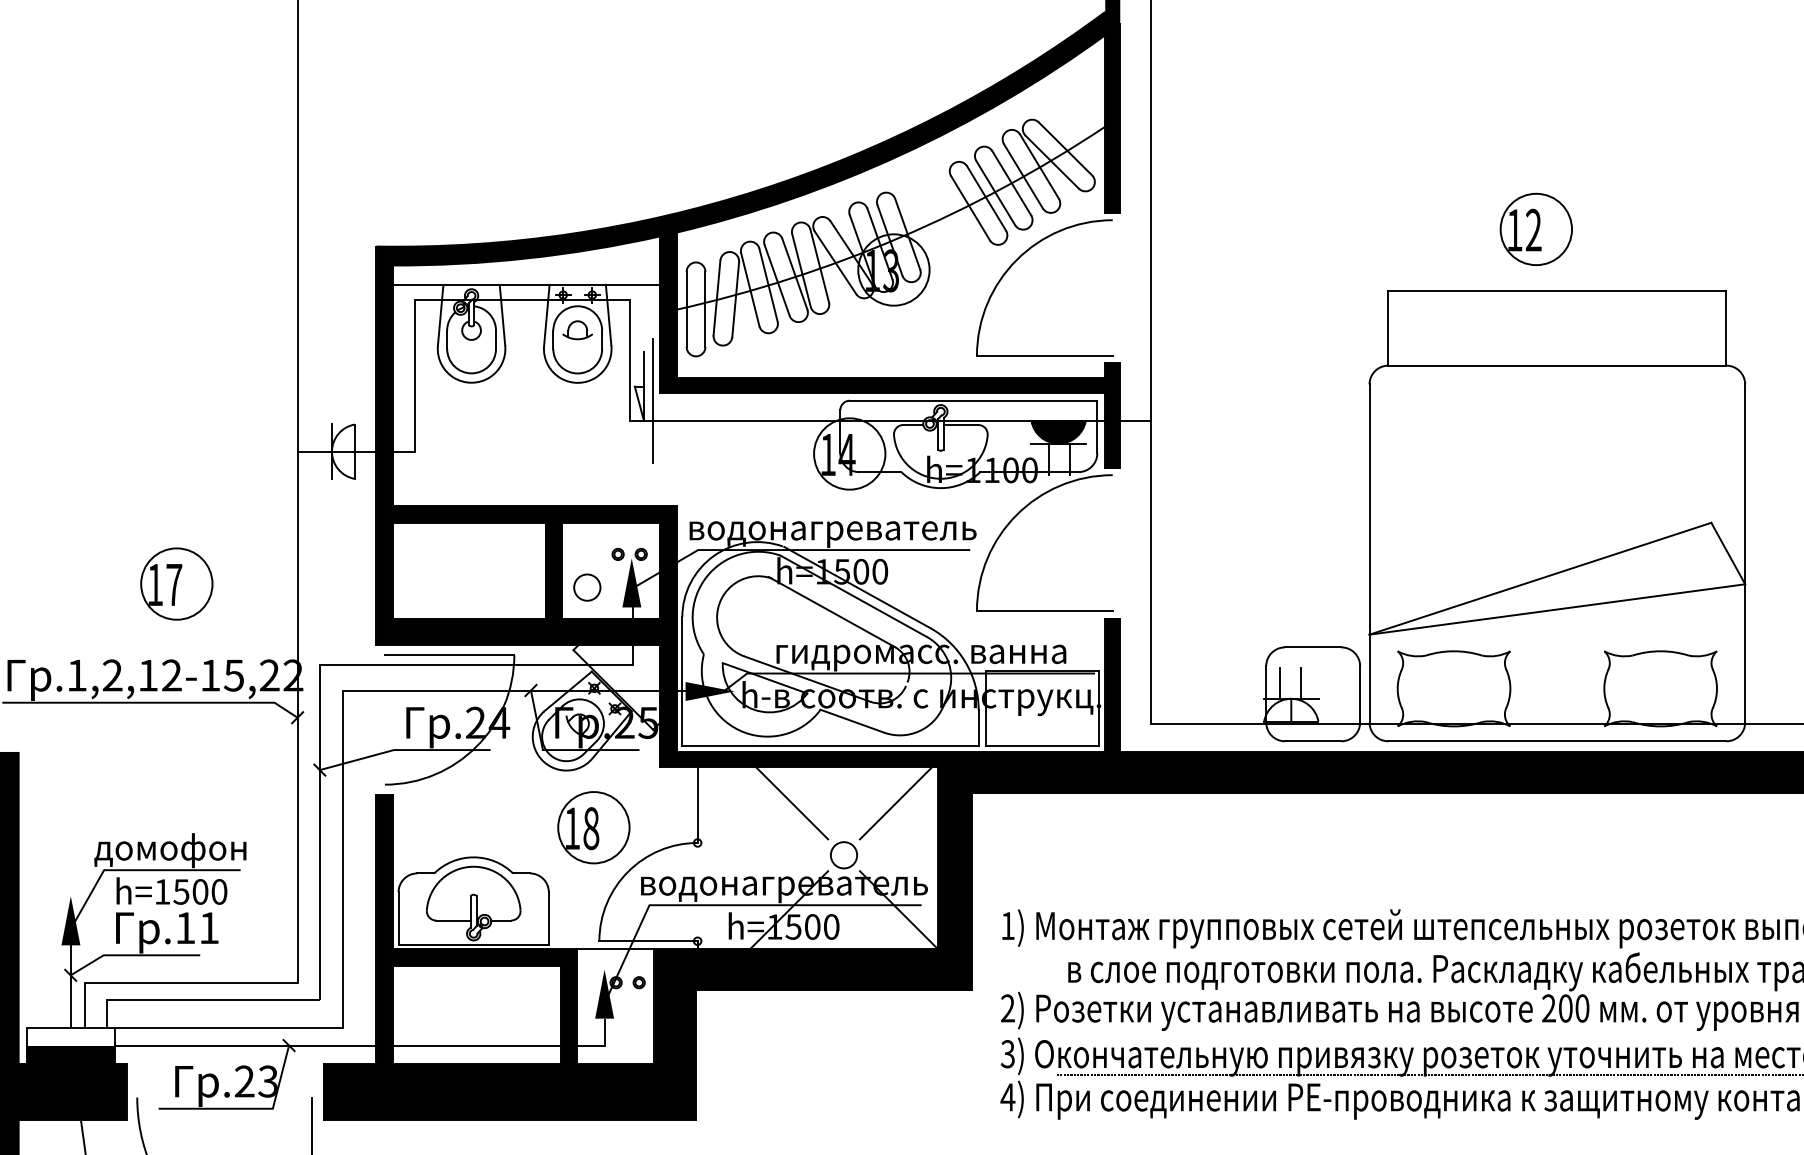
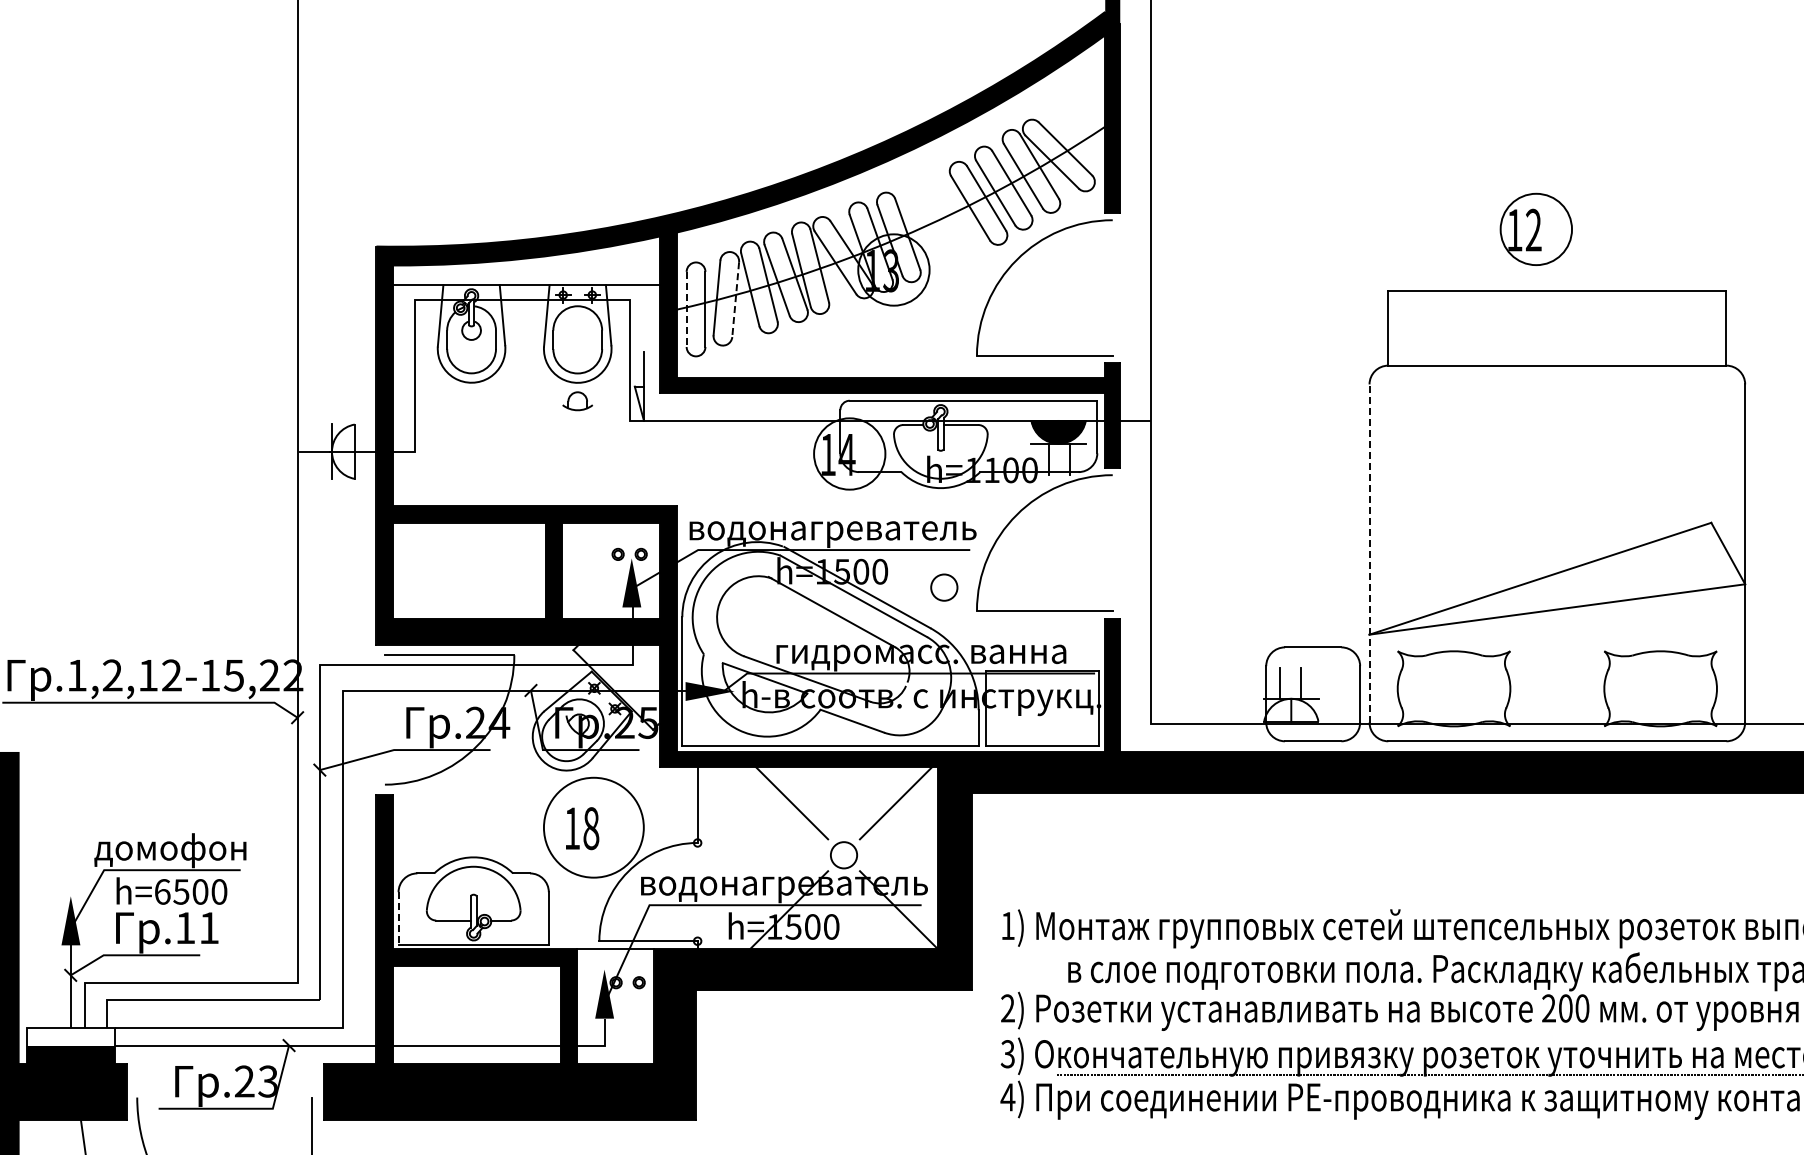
line at (735, 299): solid -> dashed
line at (686, 309): solid -> dashed
part at (577, 330) position: (577, 330) -> (577, 401)
line at (652, 400): present -> none
line at (1369, 552): solid -> dashed
part at (176, 583): present -> none
circle at (587, 587) position: (587, 587) -> (944, 587)
circle at (593, 827) diameter: 71 px -> 100 px
text at (162, 891): h=1500 -> h=6500
line at (398, 919): solid -> dashed
